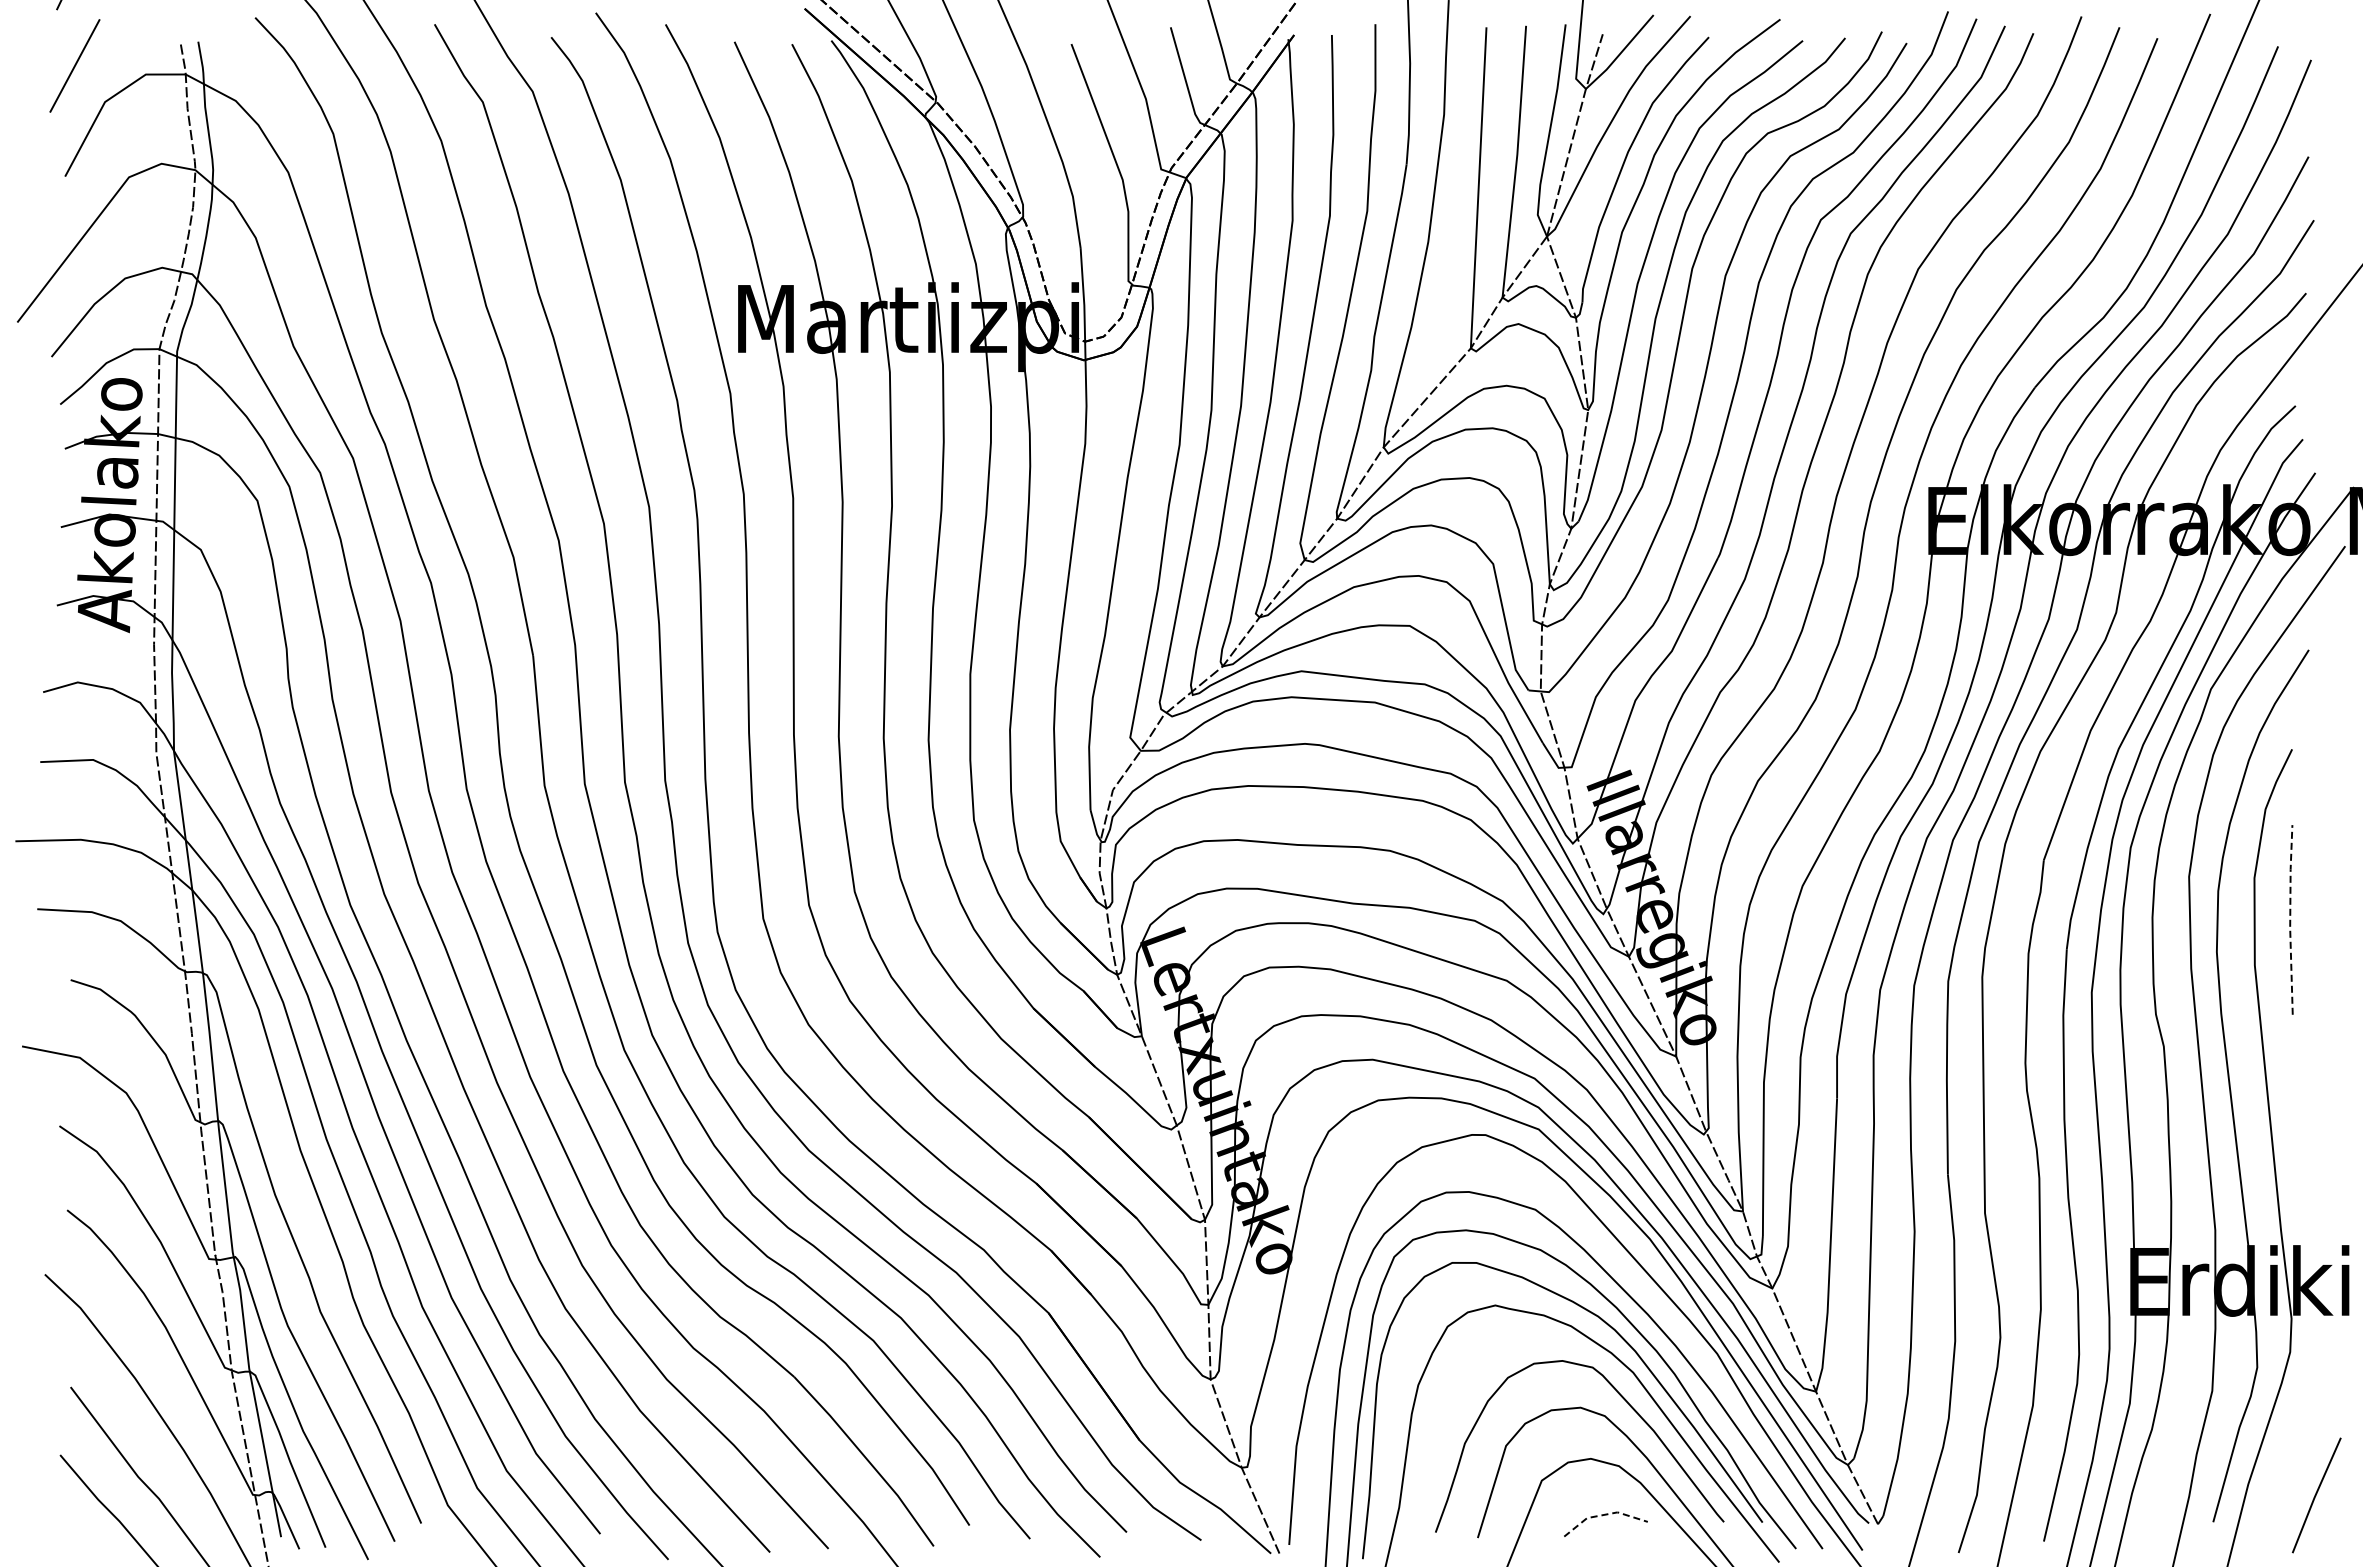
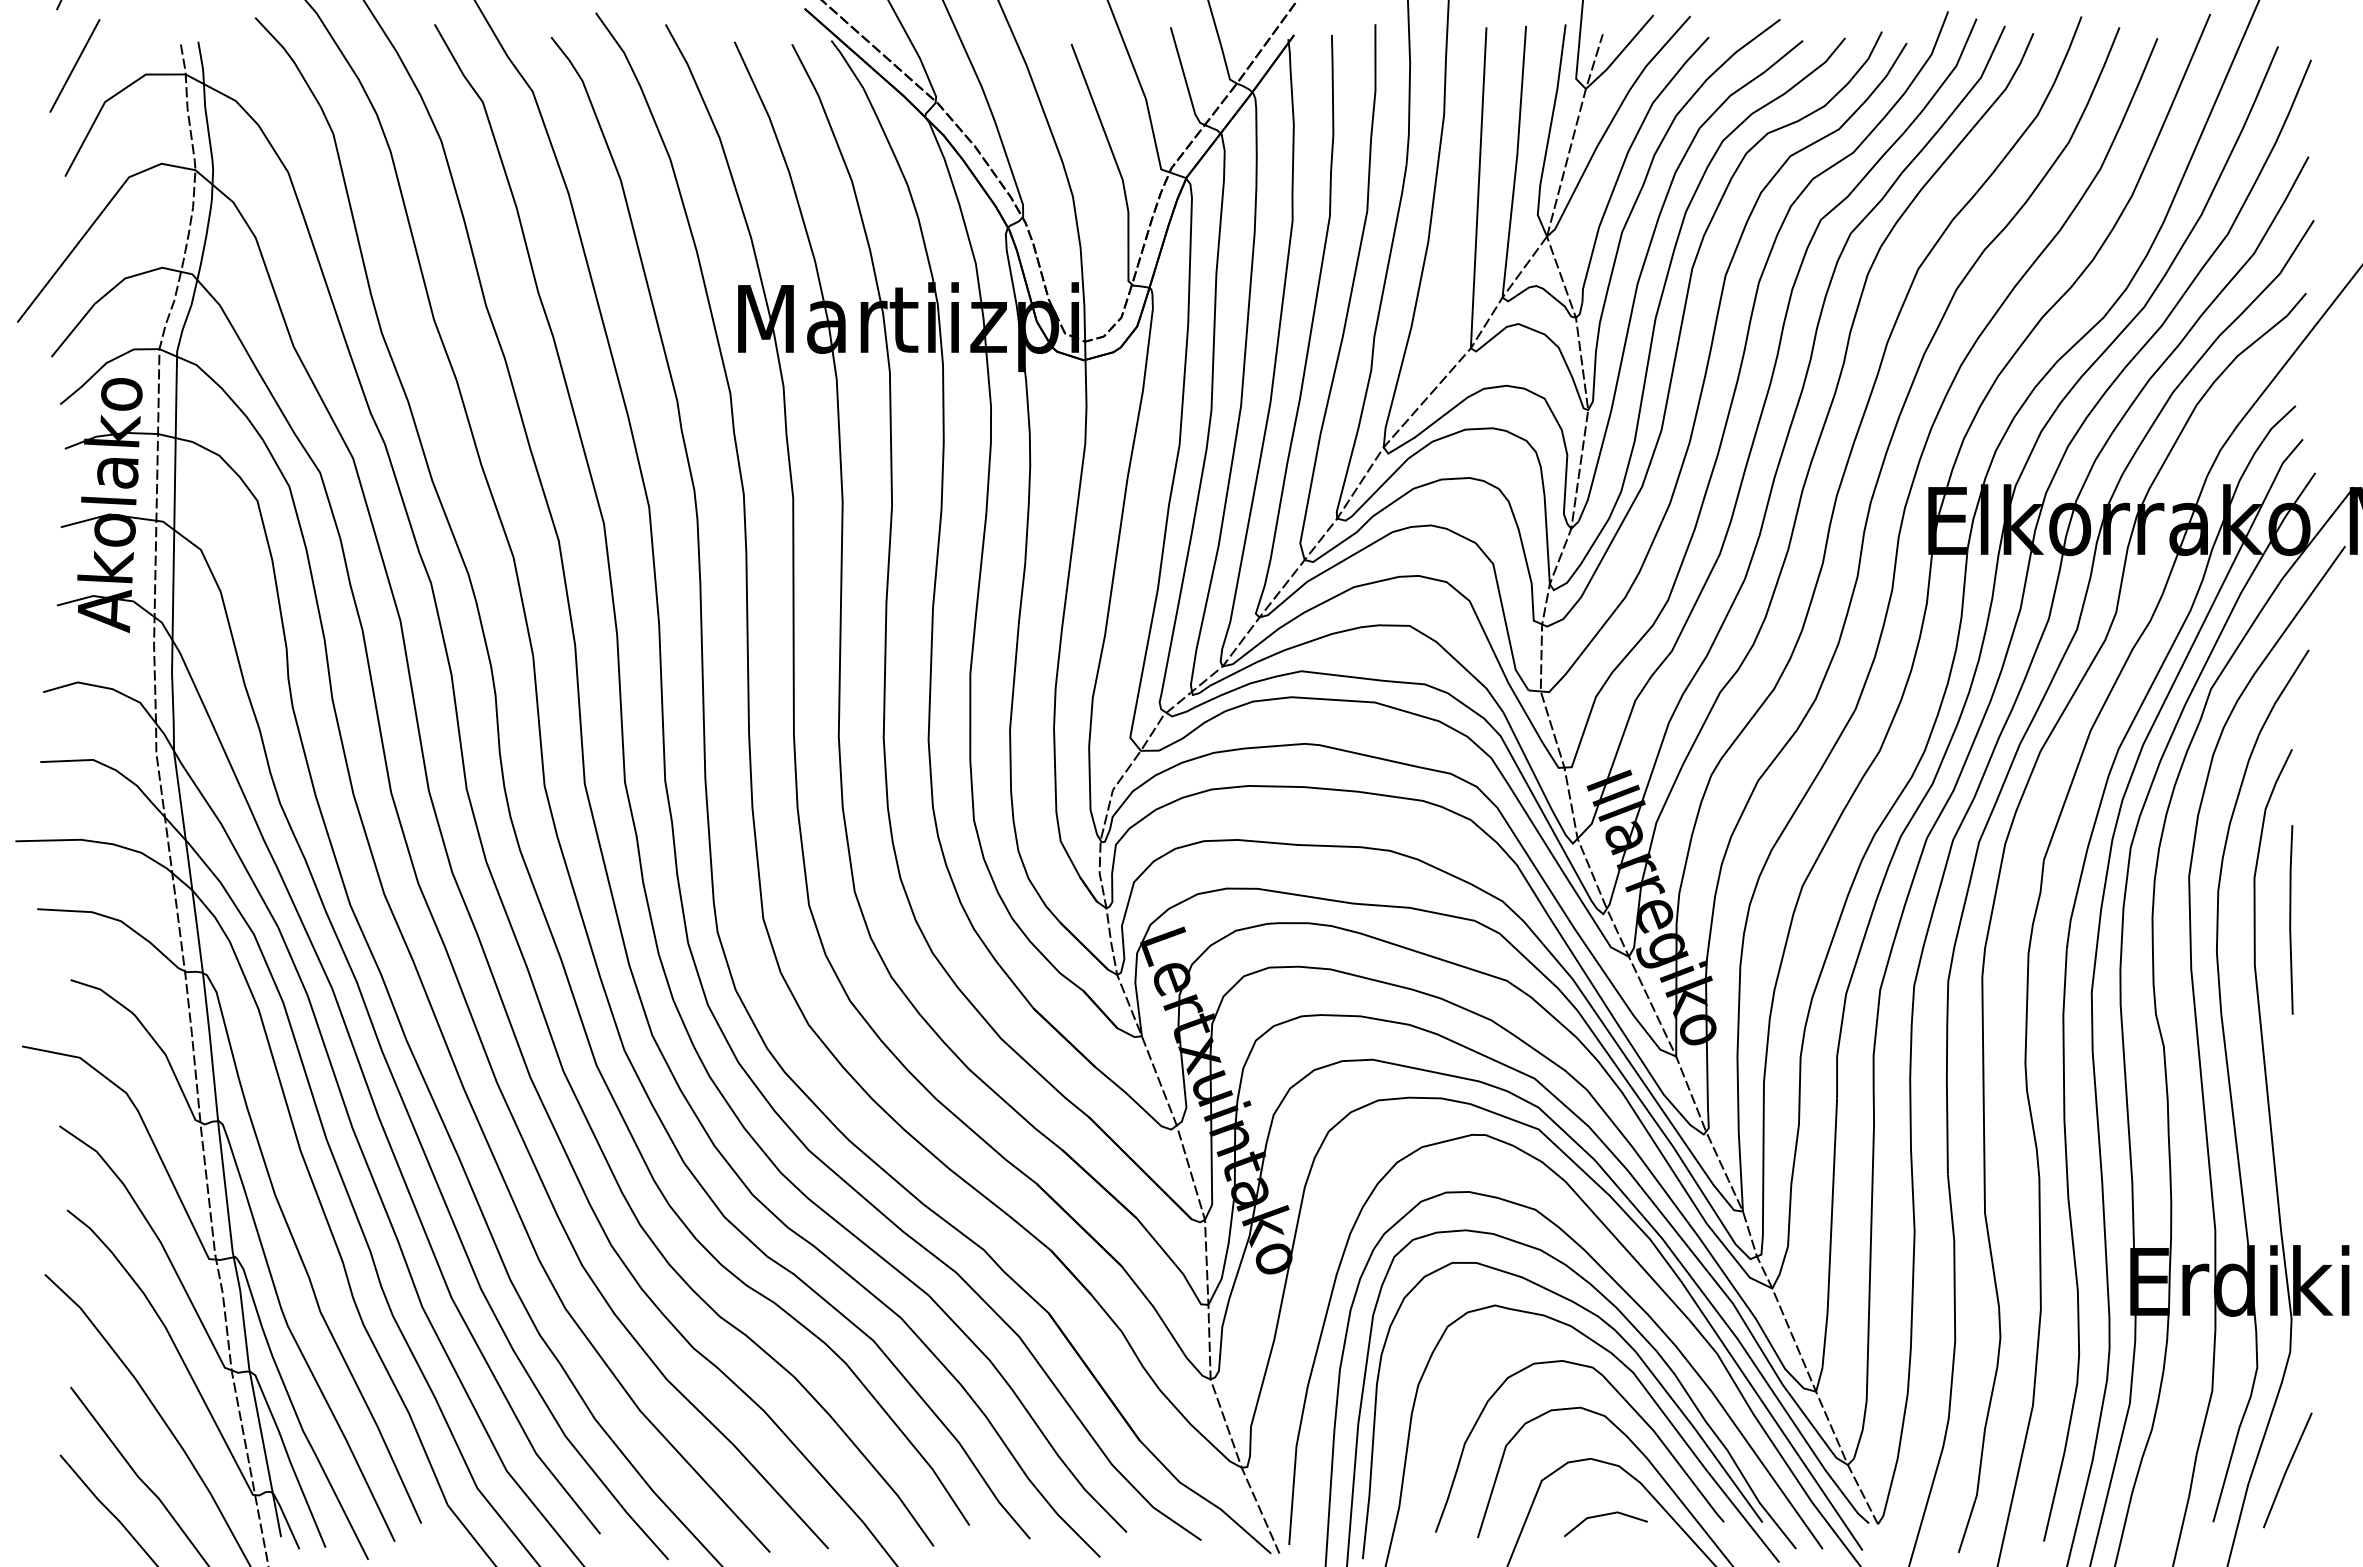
line at (2290, 919): dashed -> solid
line at (2316, 1495) position: (2316, 1495) -> (2287, 1470)
line at (1603, 1515): dashed -> solid
